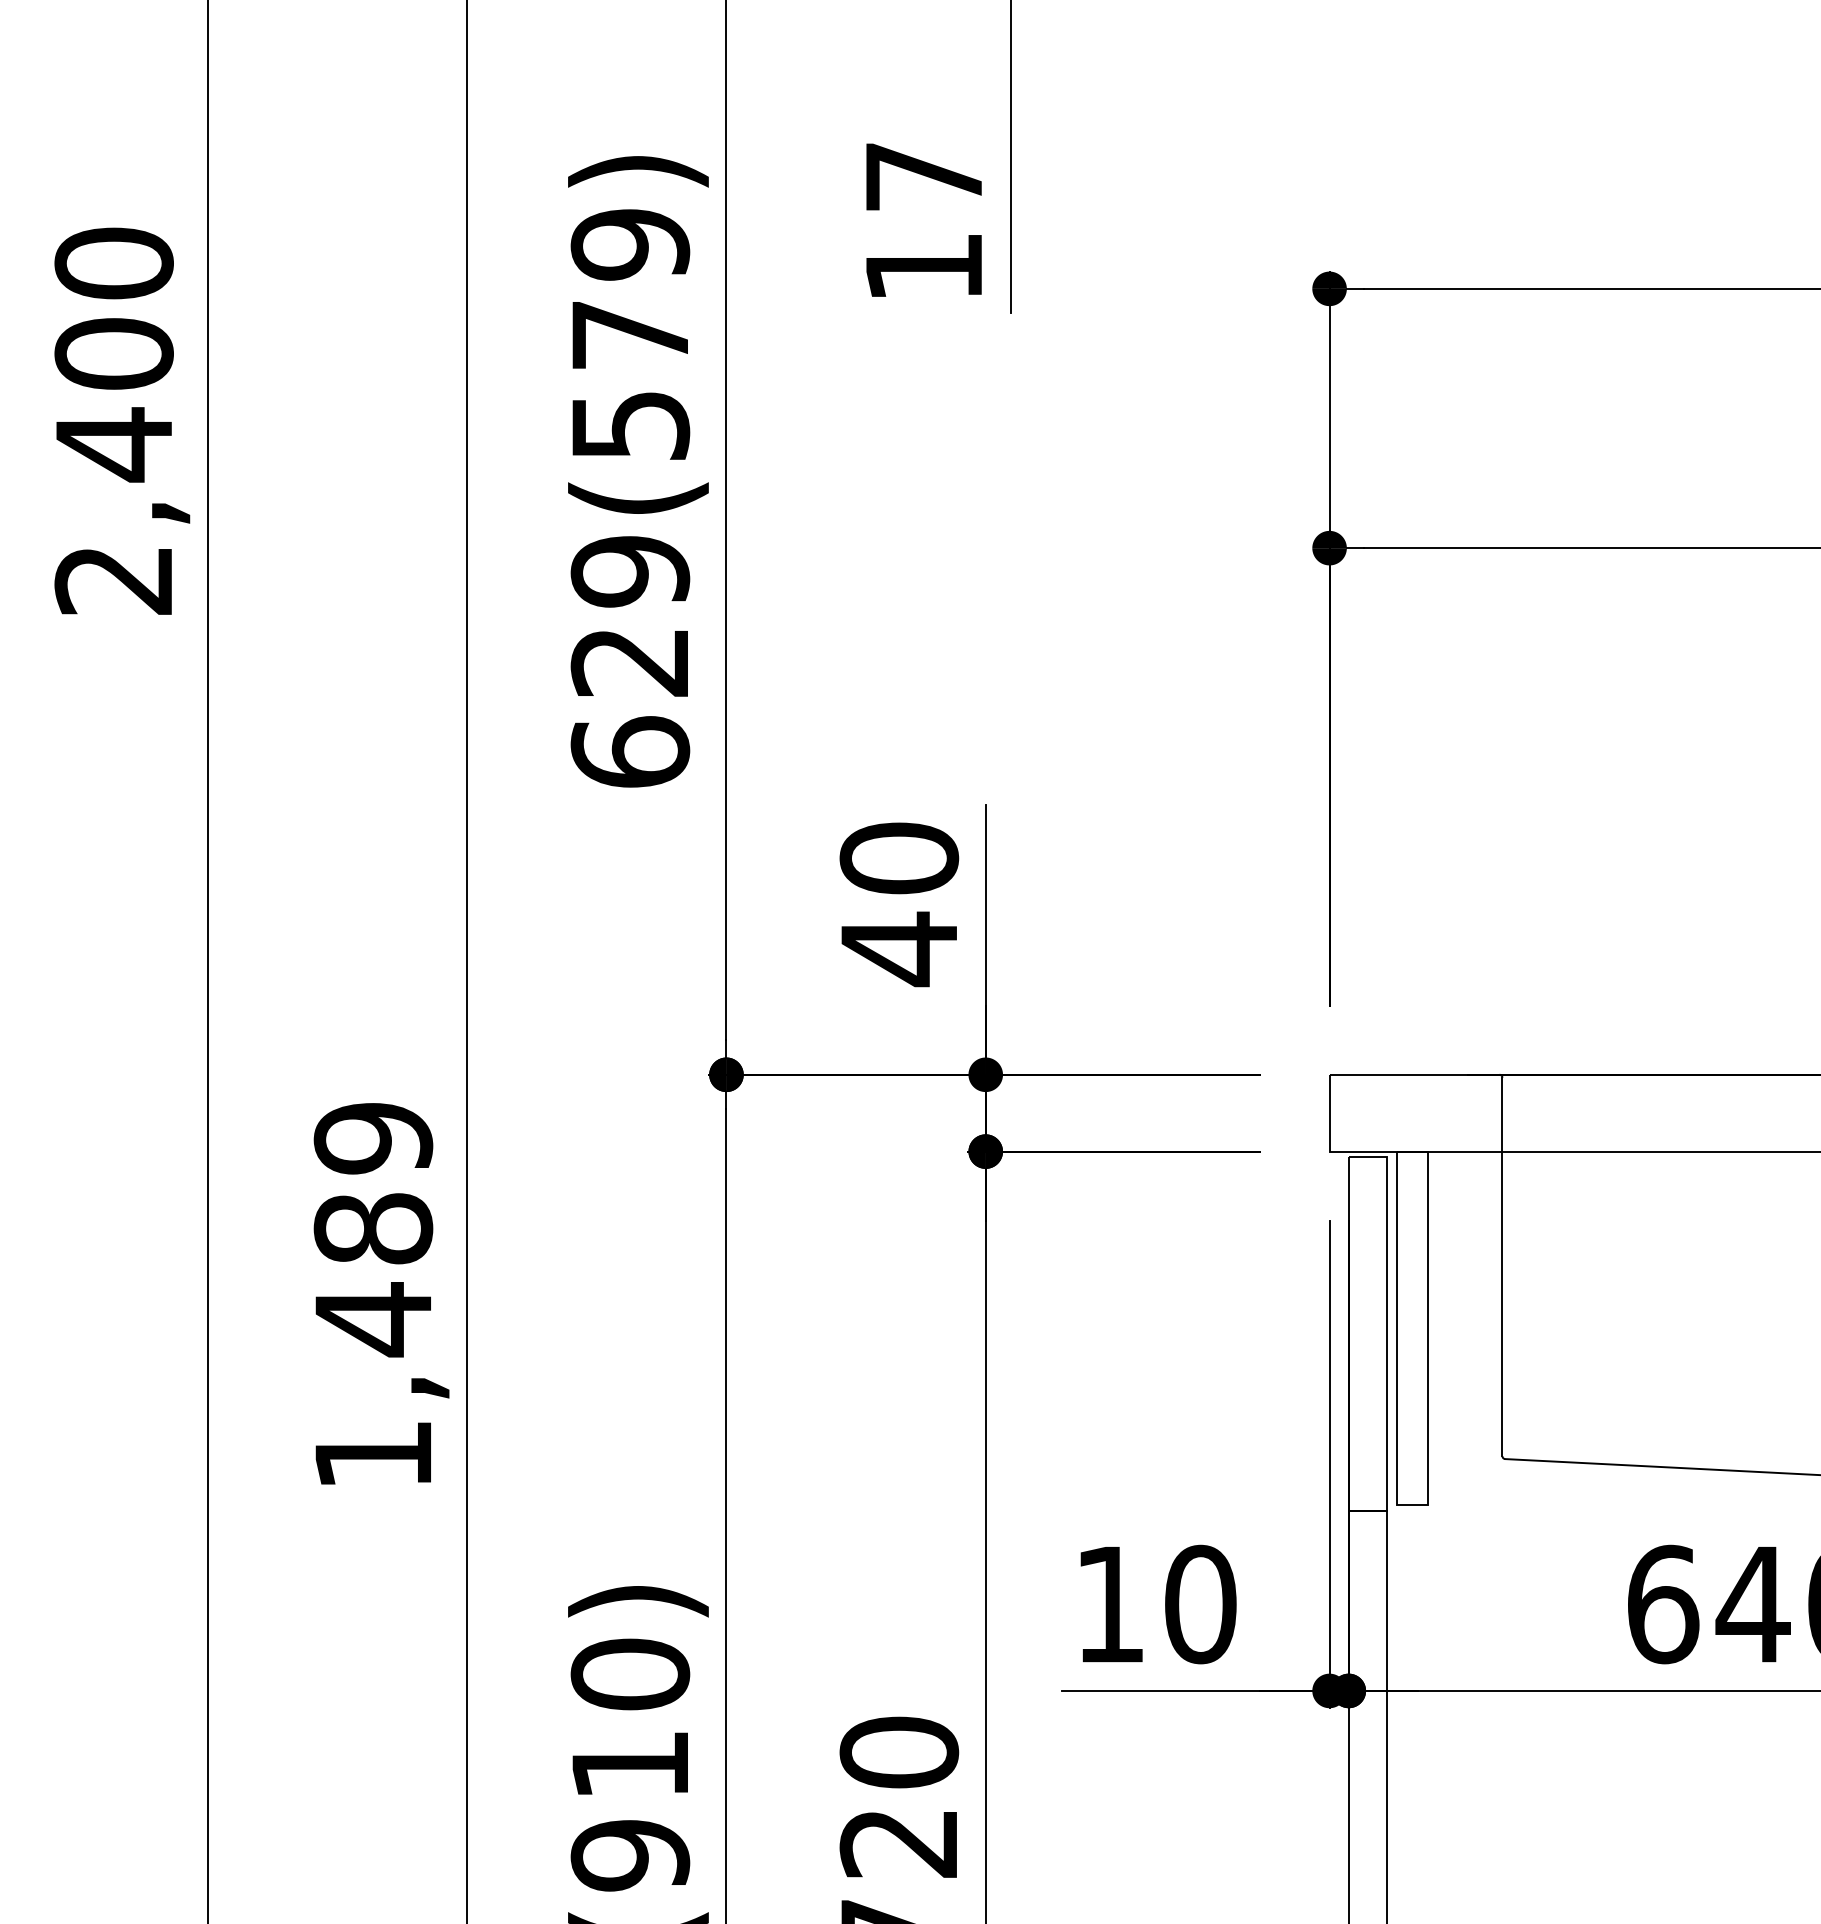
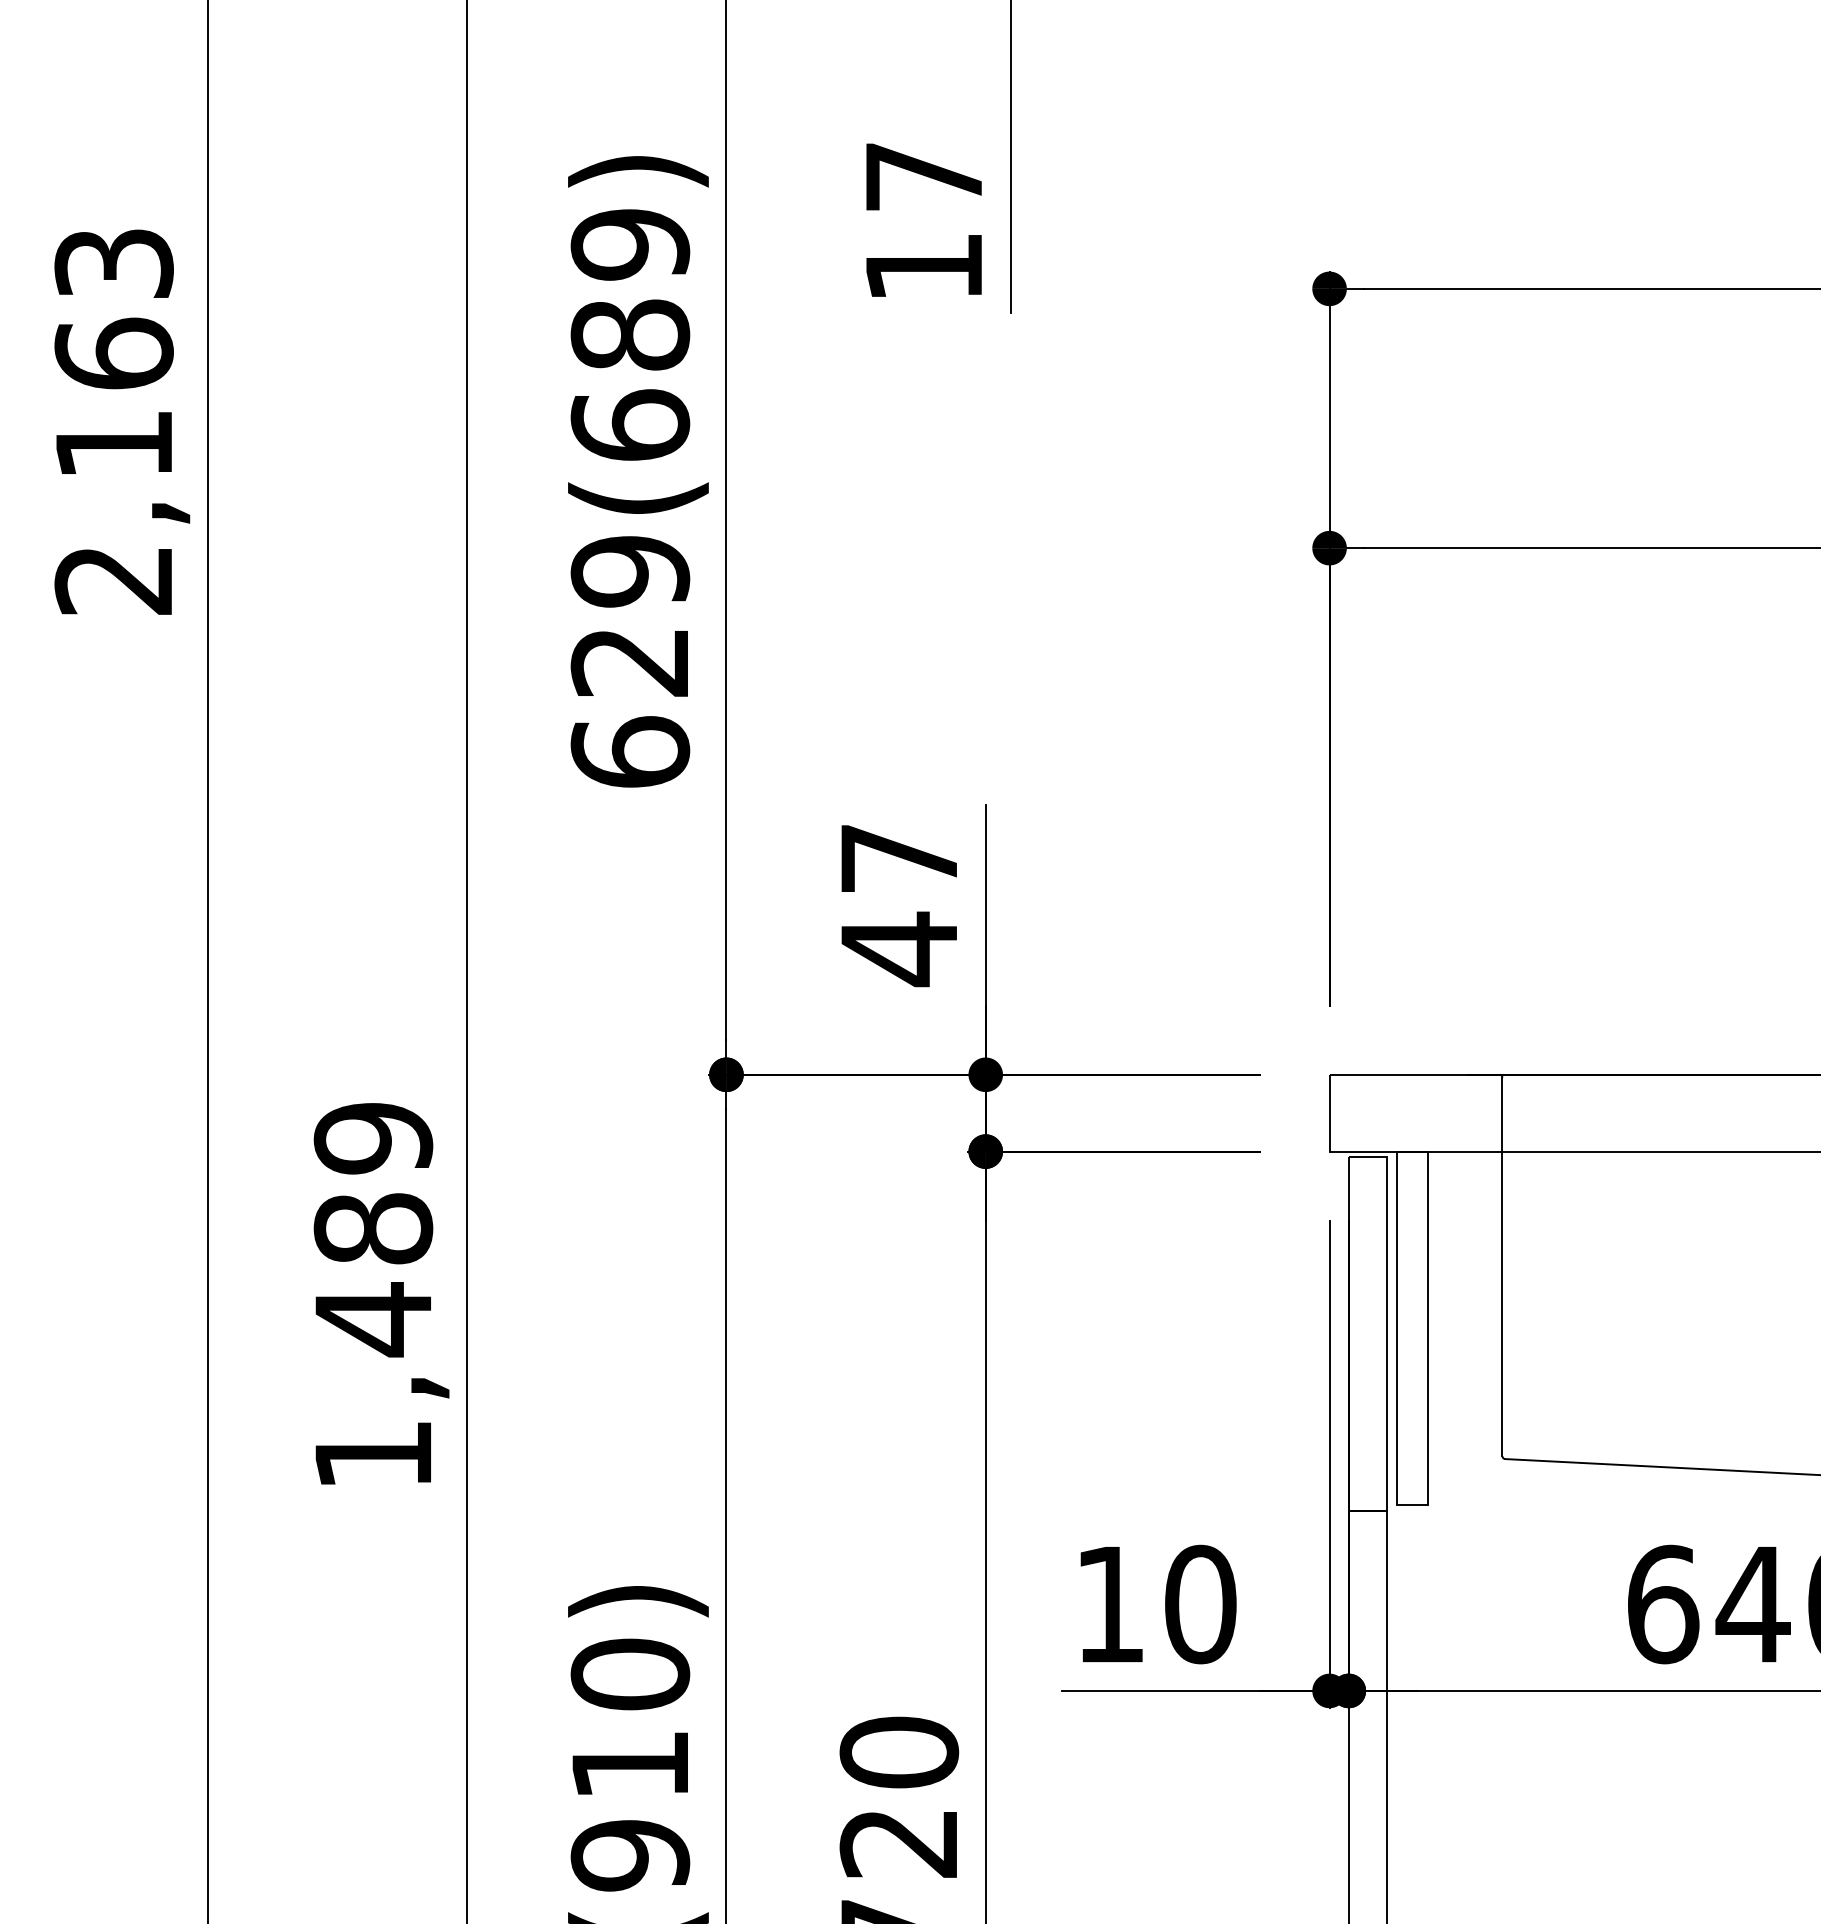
text at (113, 354): 2,400 -> 2,163
text at (630, 379): 629(579) -> 629(689)
text at (899, 858): 40 -> 47
